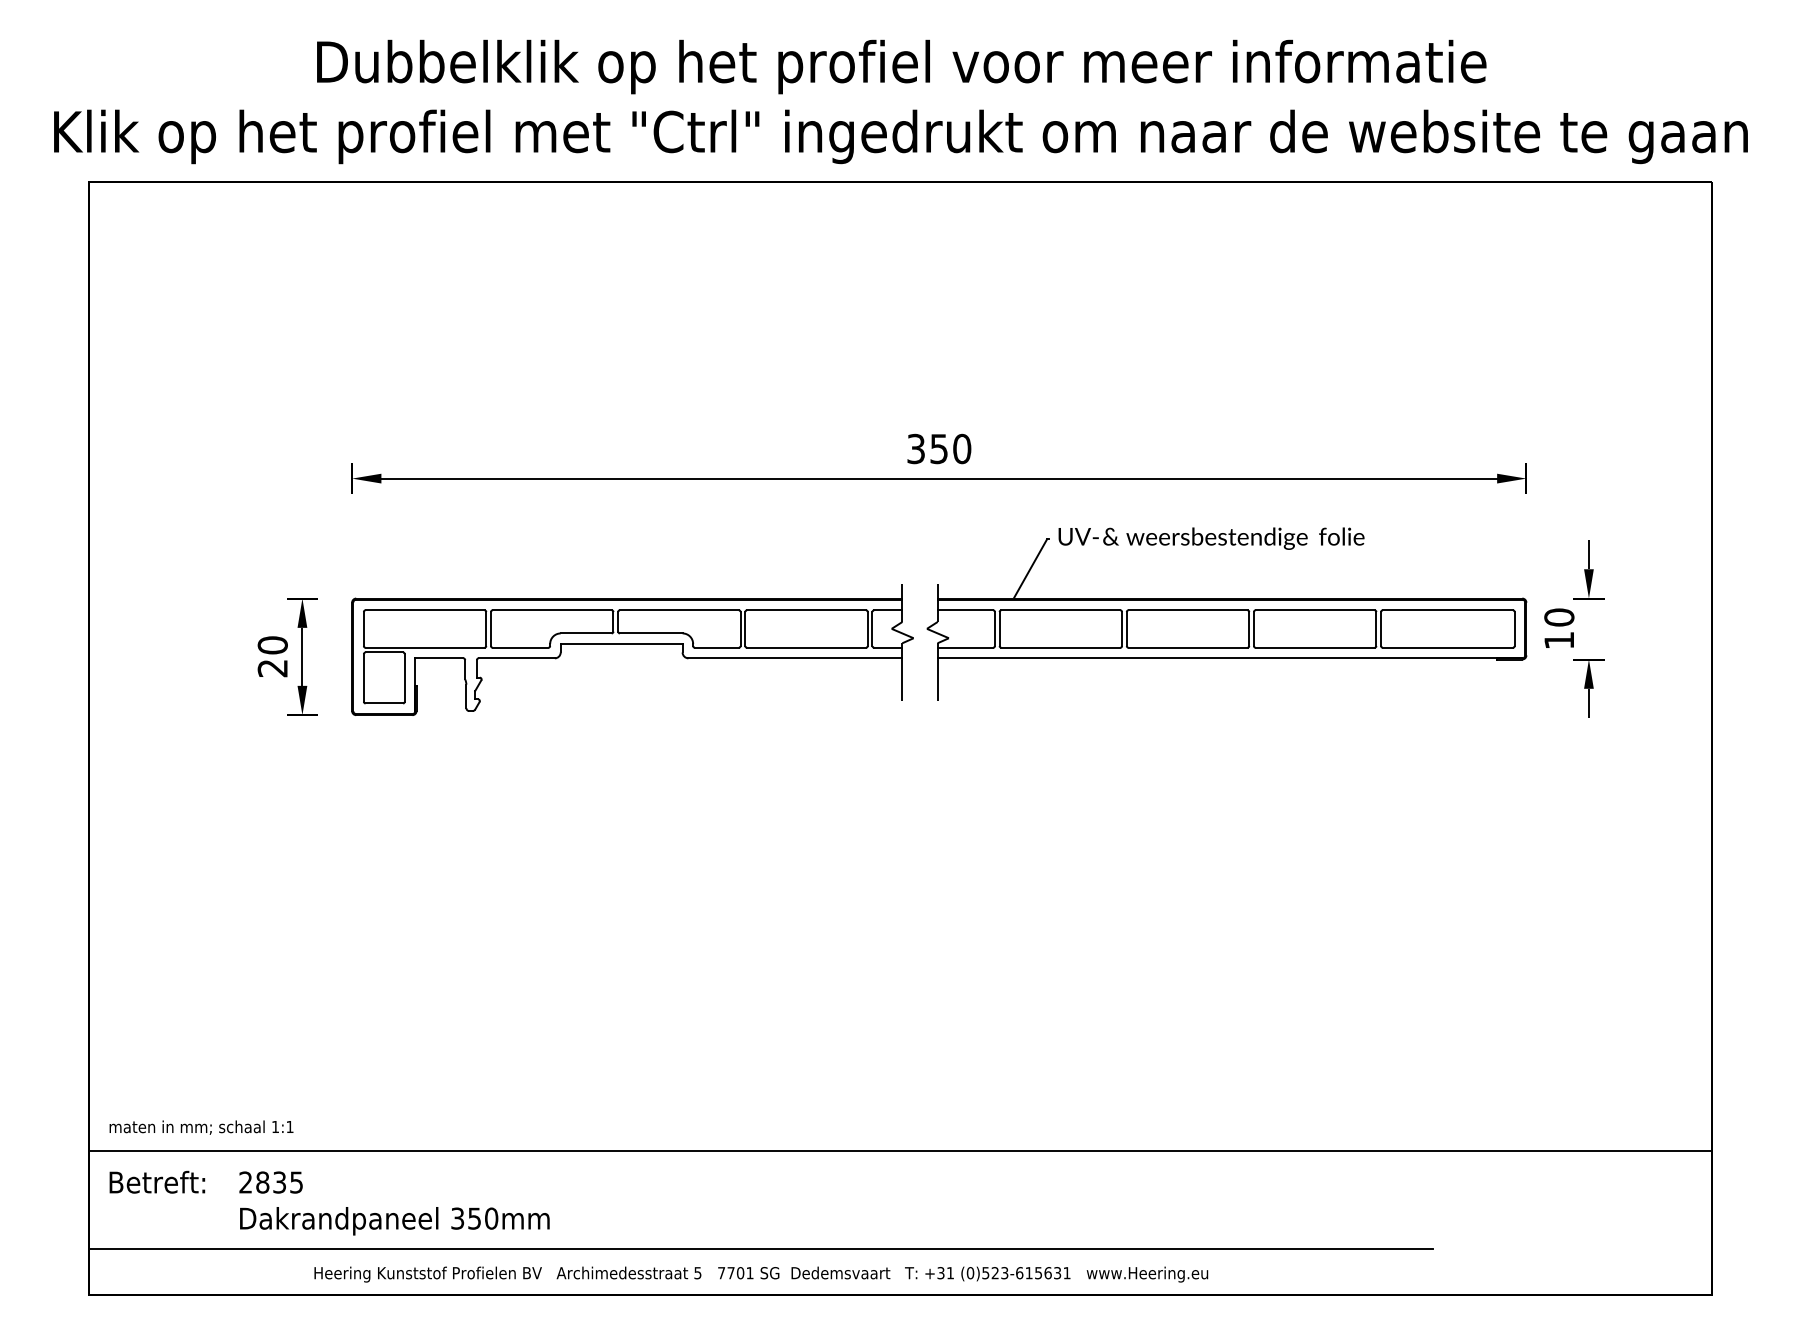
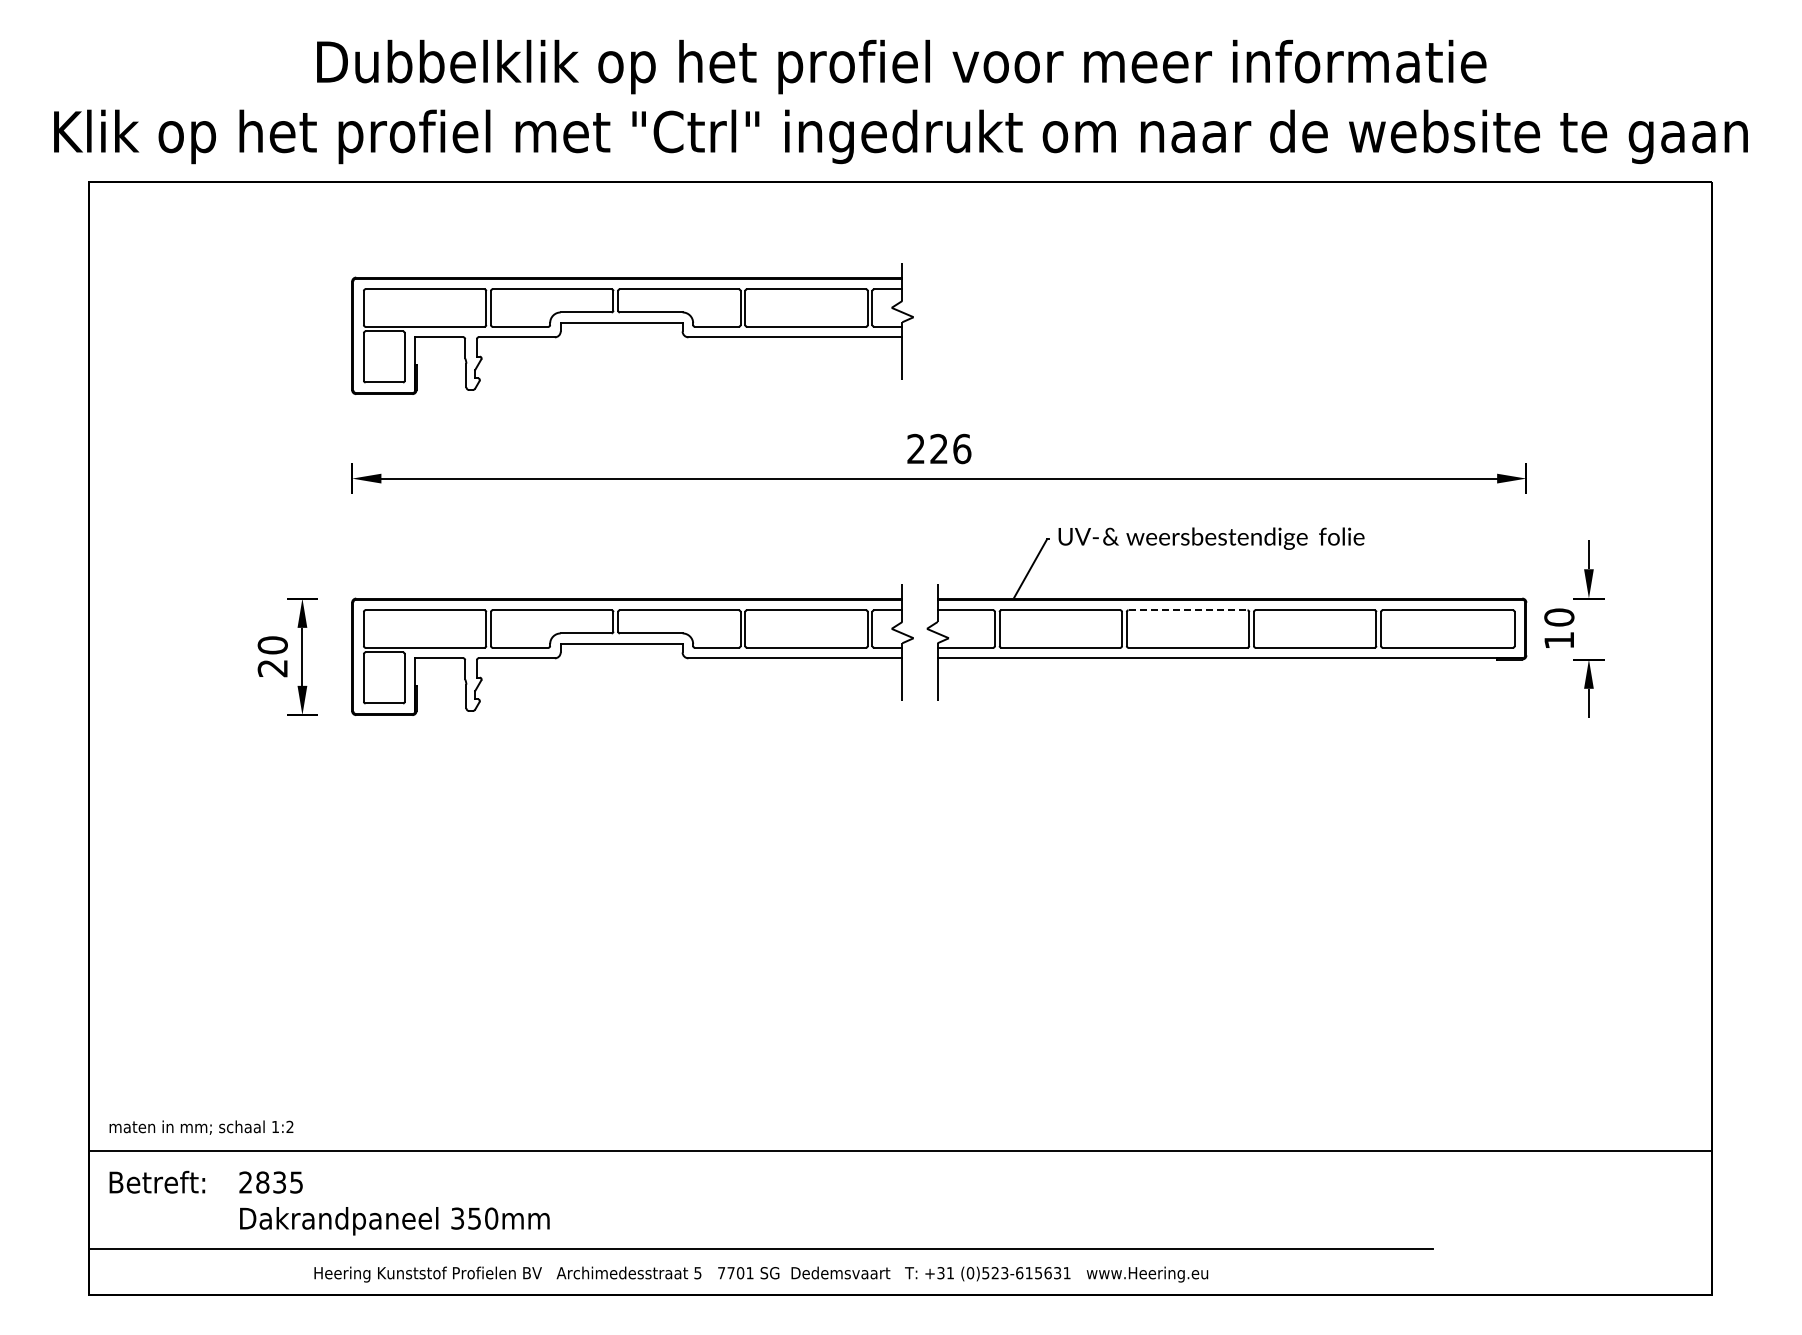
part at (632, 328): none -> present
text at (939, 448): 350 -> 226
line at (1188, 610): solid -> dashed
text at (289, 1126): 1:1 -> 1:2
